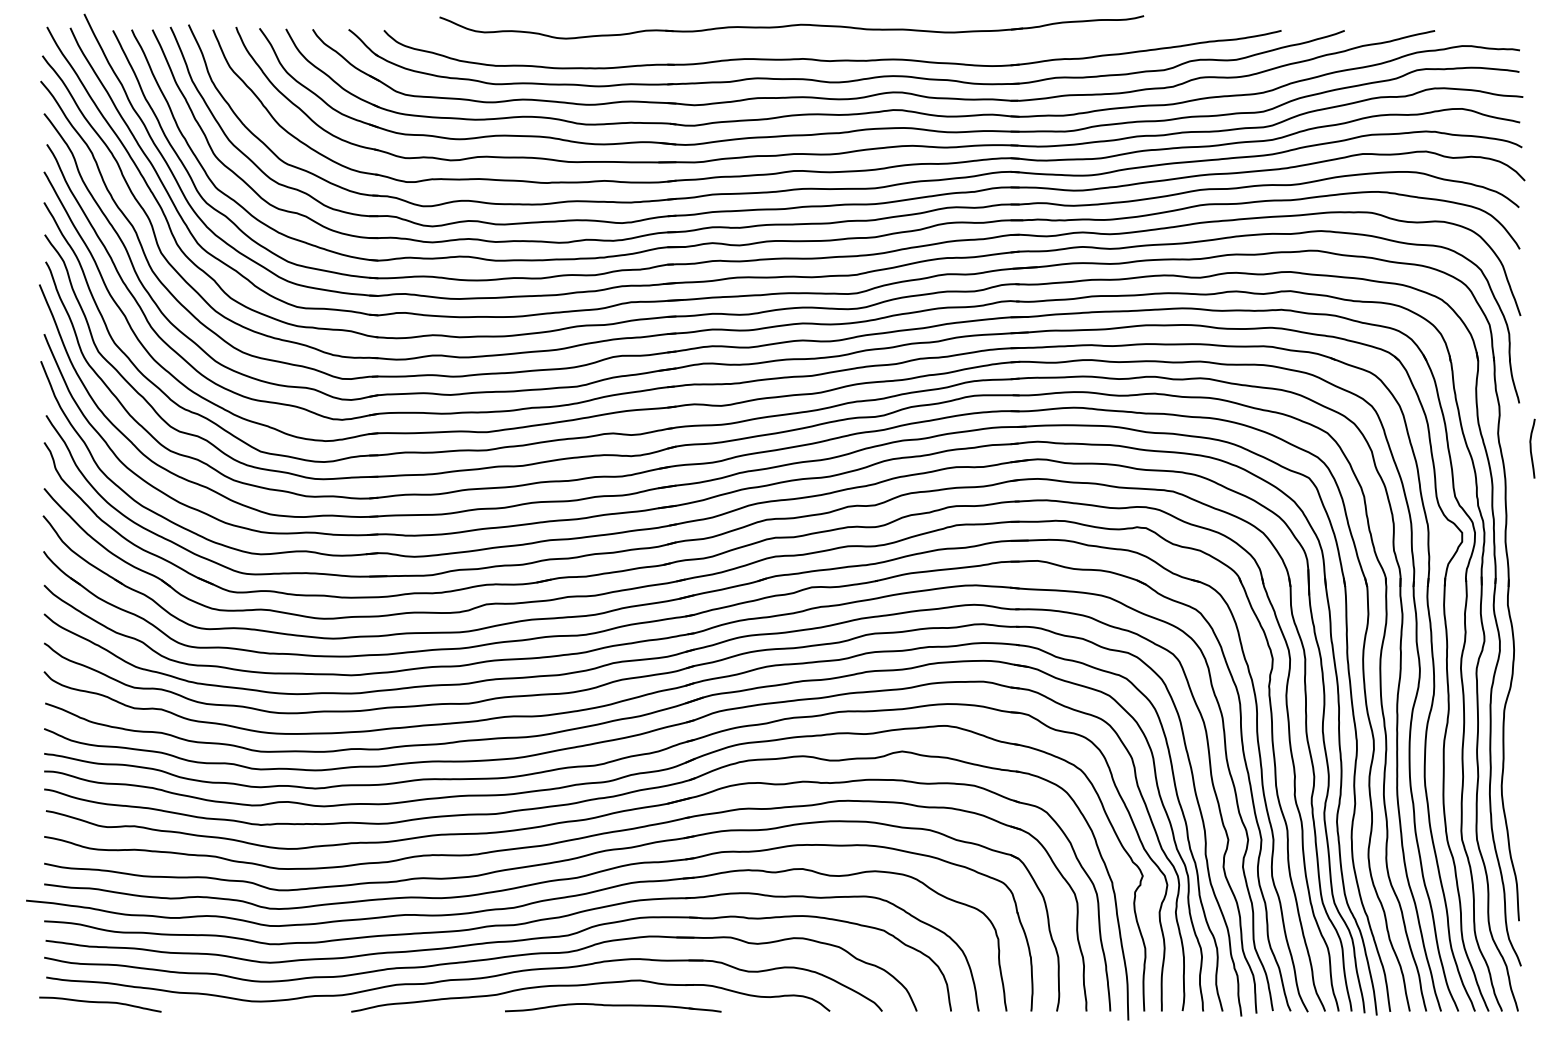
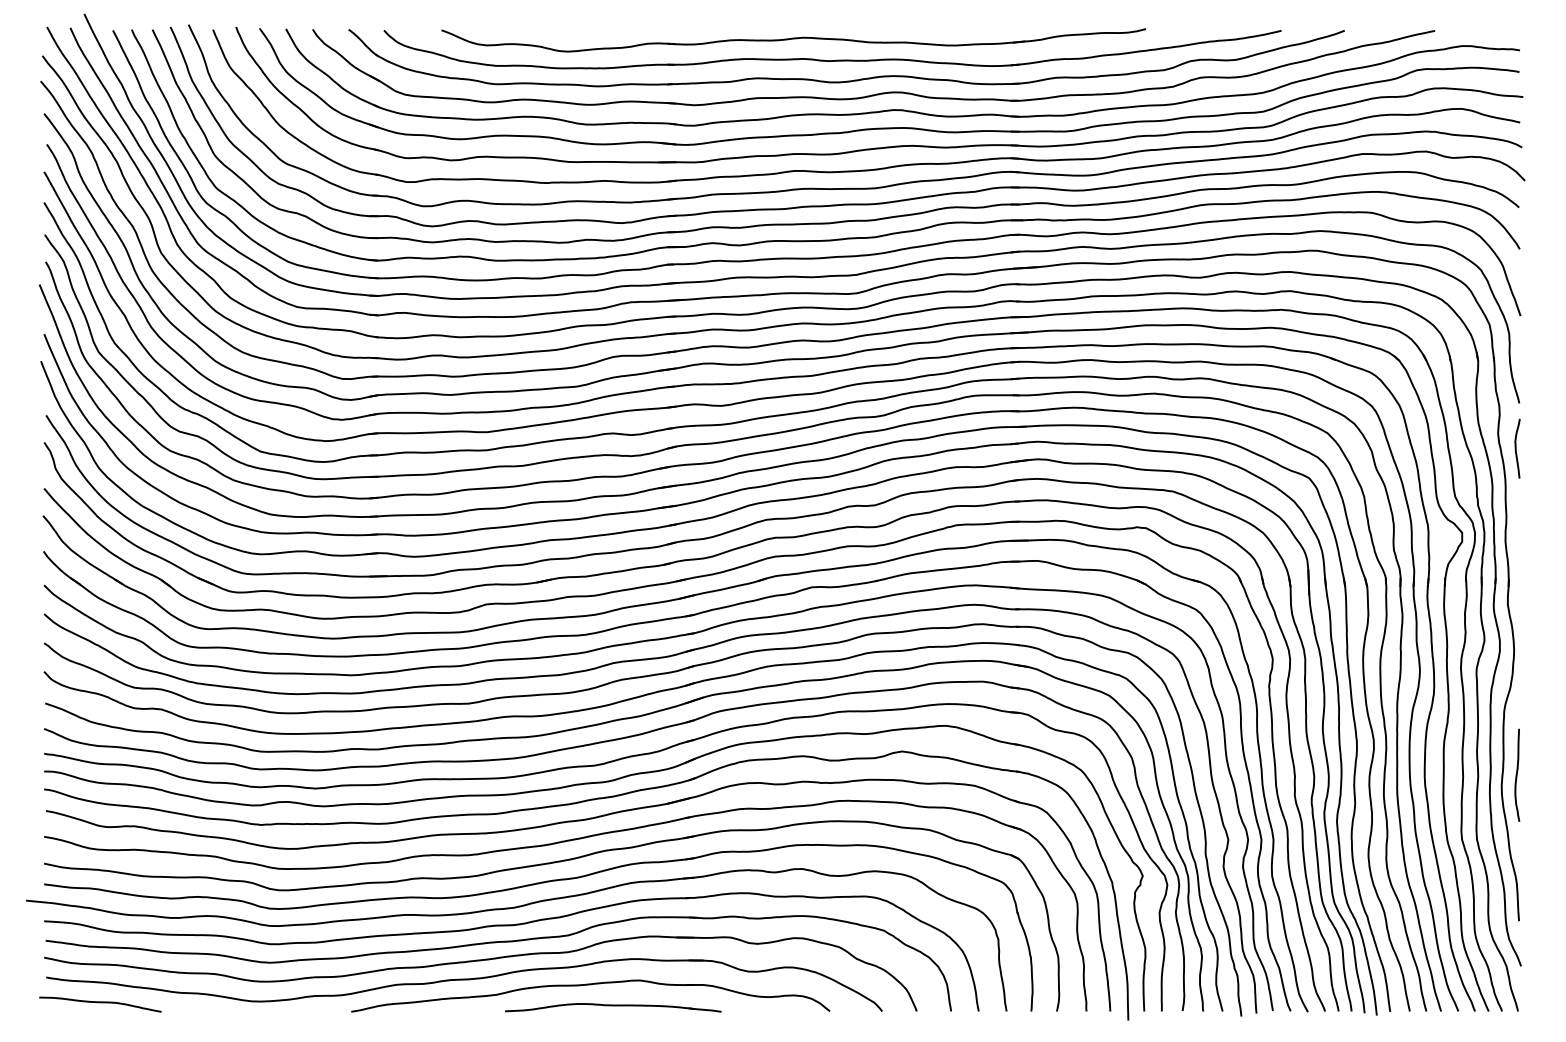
part at (791, 27) position: (791, 27) -> (793, 40)
curve at (1531, 448) position: (1531, 448) -> (1516, 448)
curve at (1517, 774): none -> present
